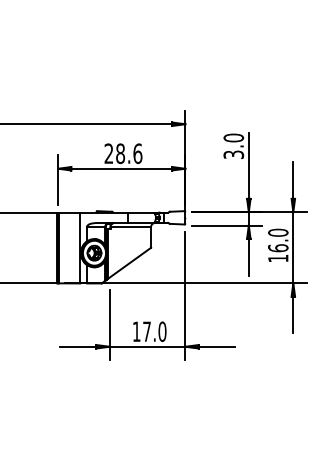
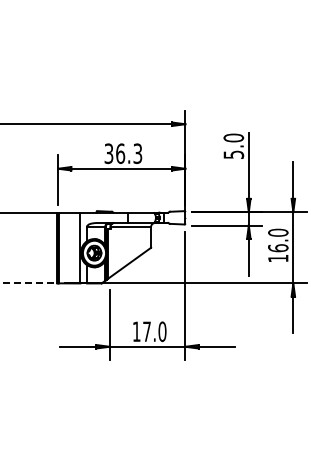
text at (123, 153): 28.6 -> 36.3
text at (233, 154): 3.0 -> 5.0
line at (29, 283): solid -> dashed
